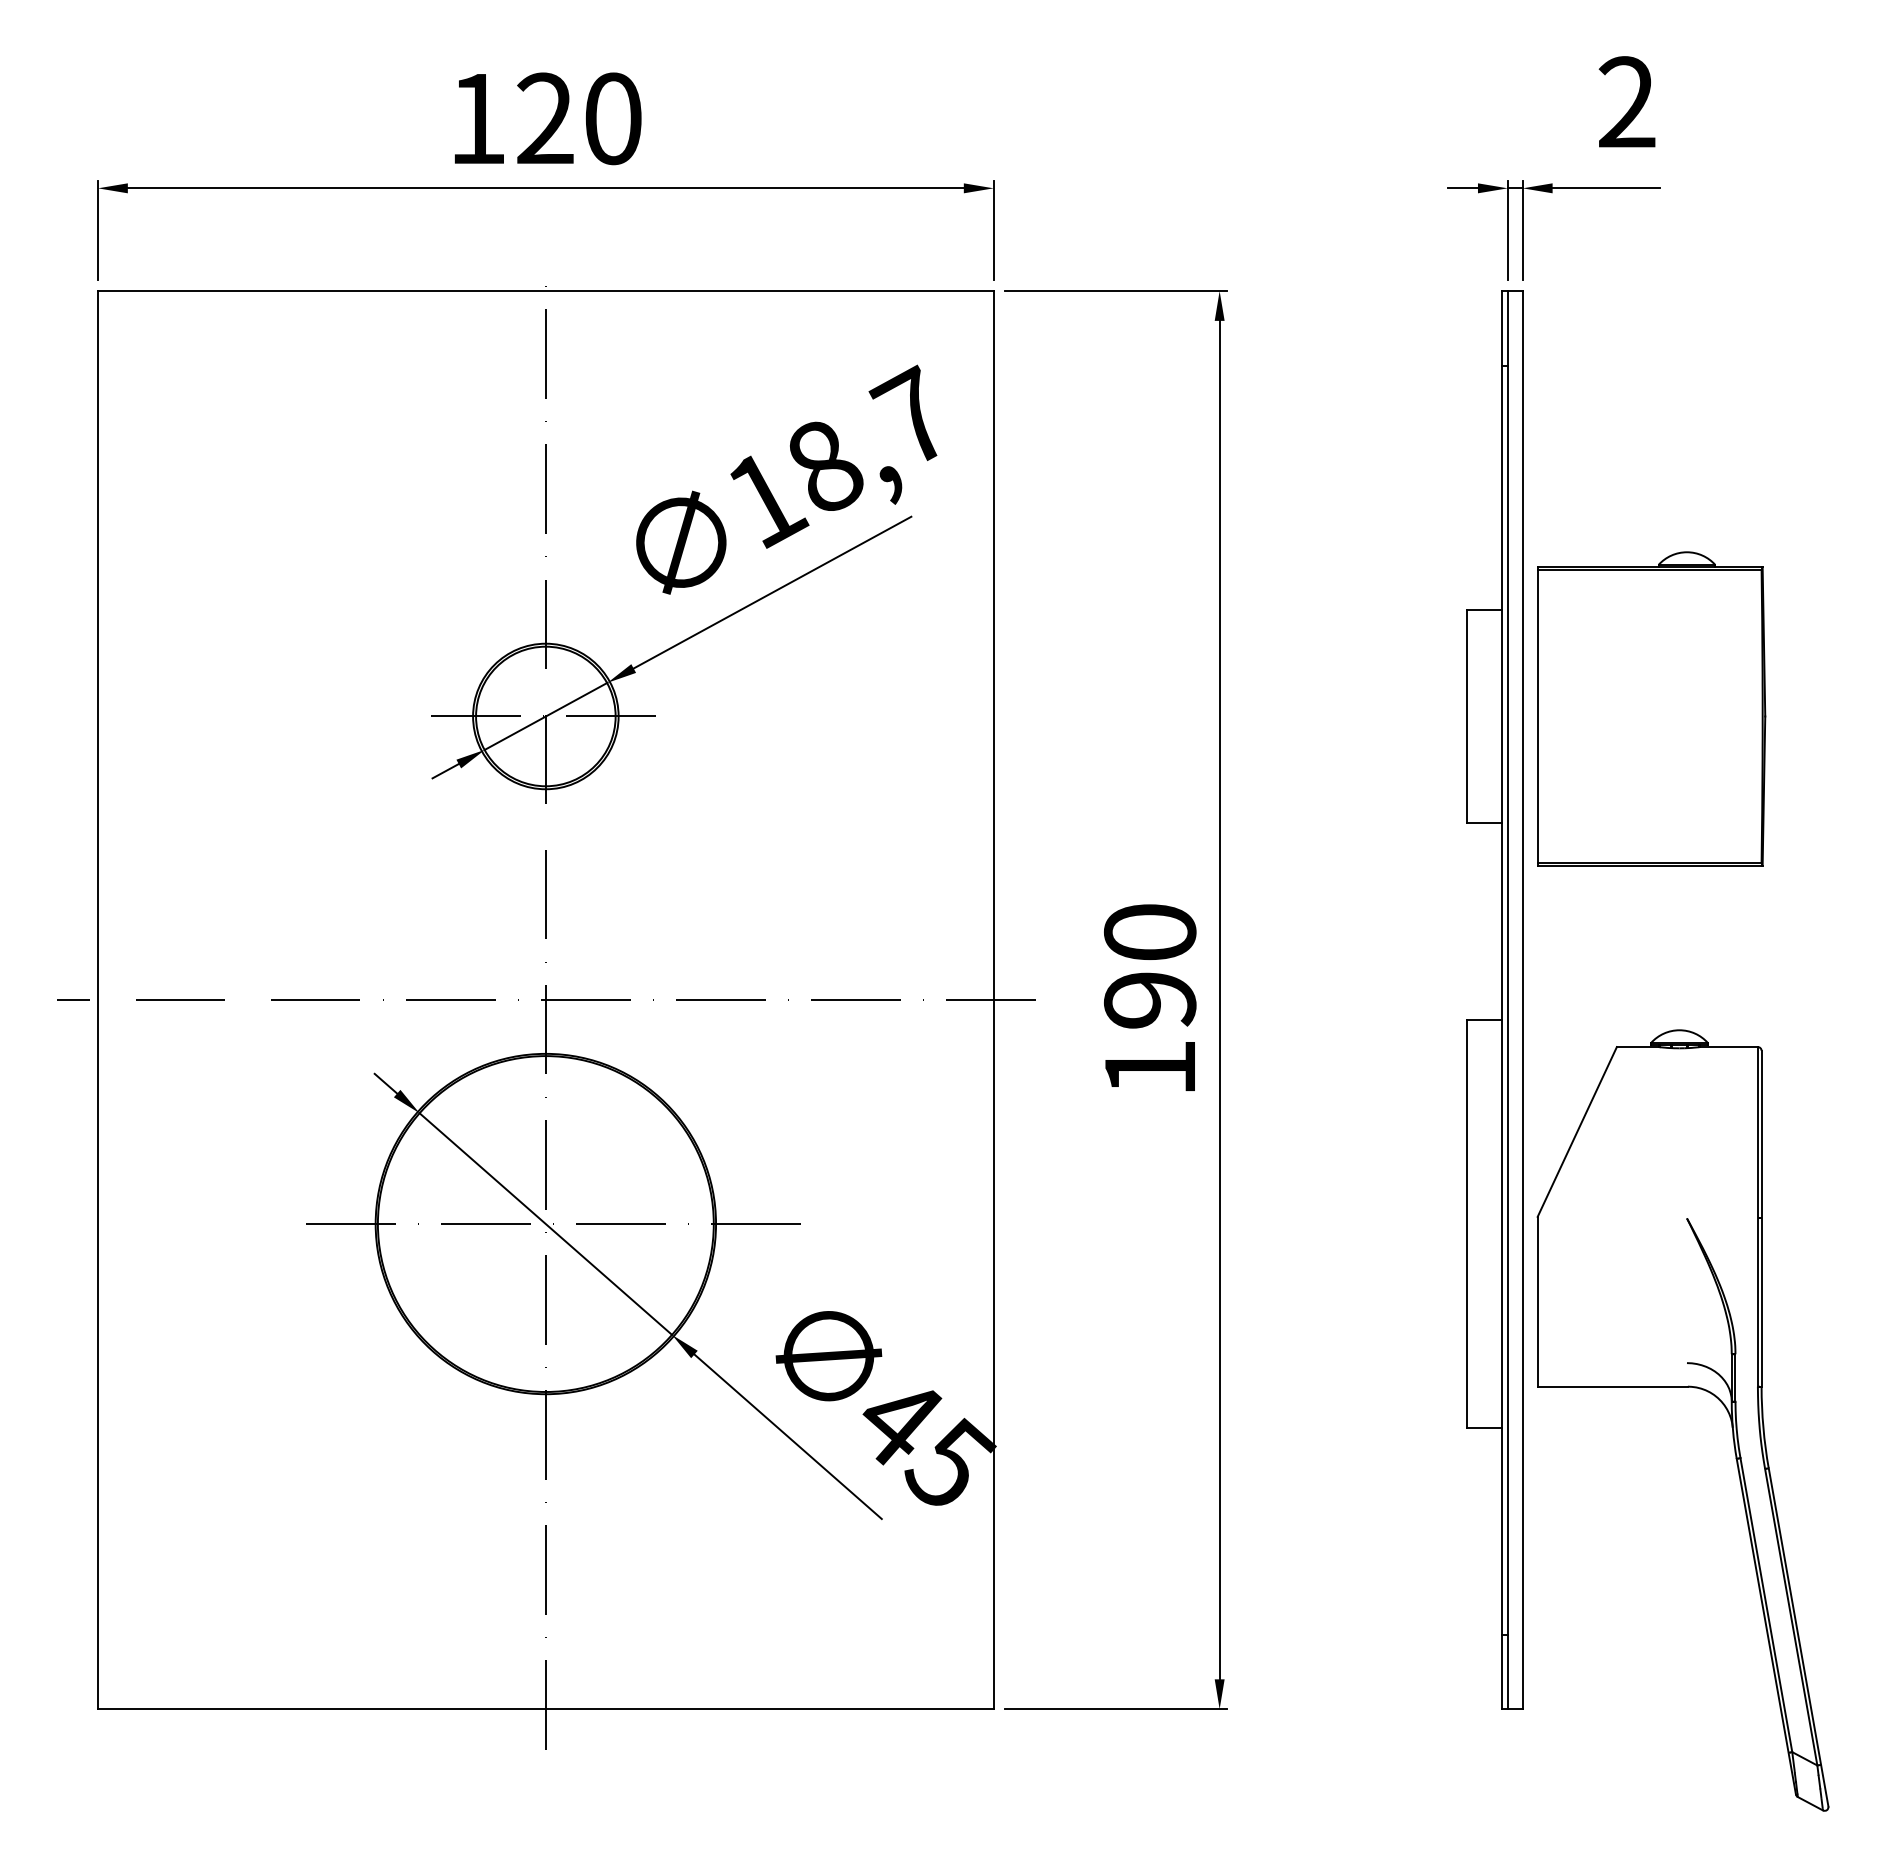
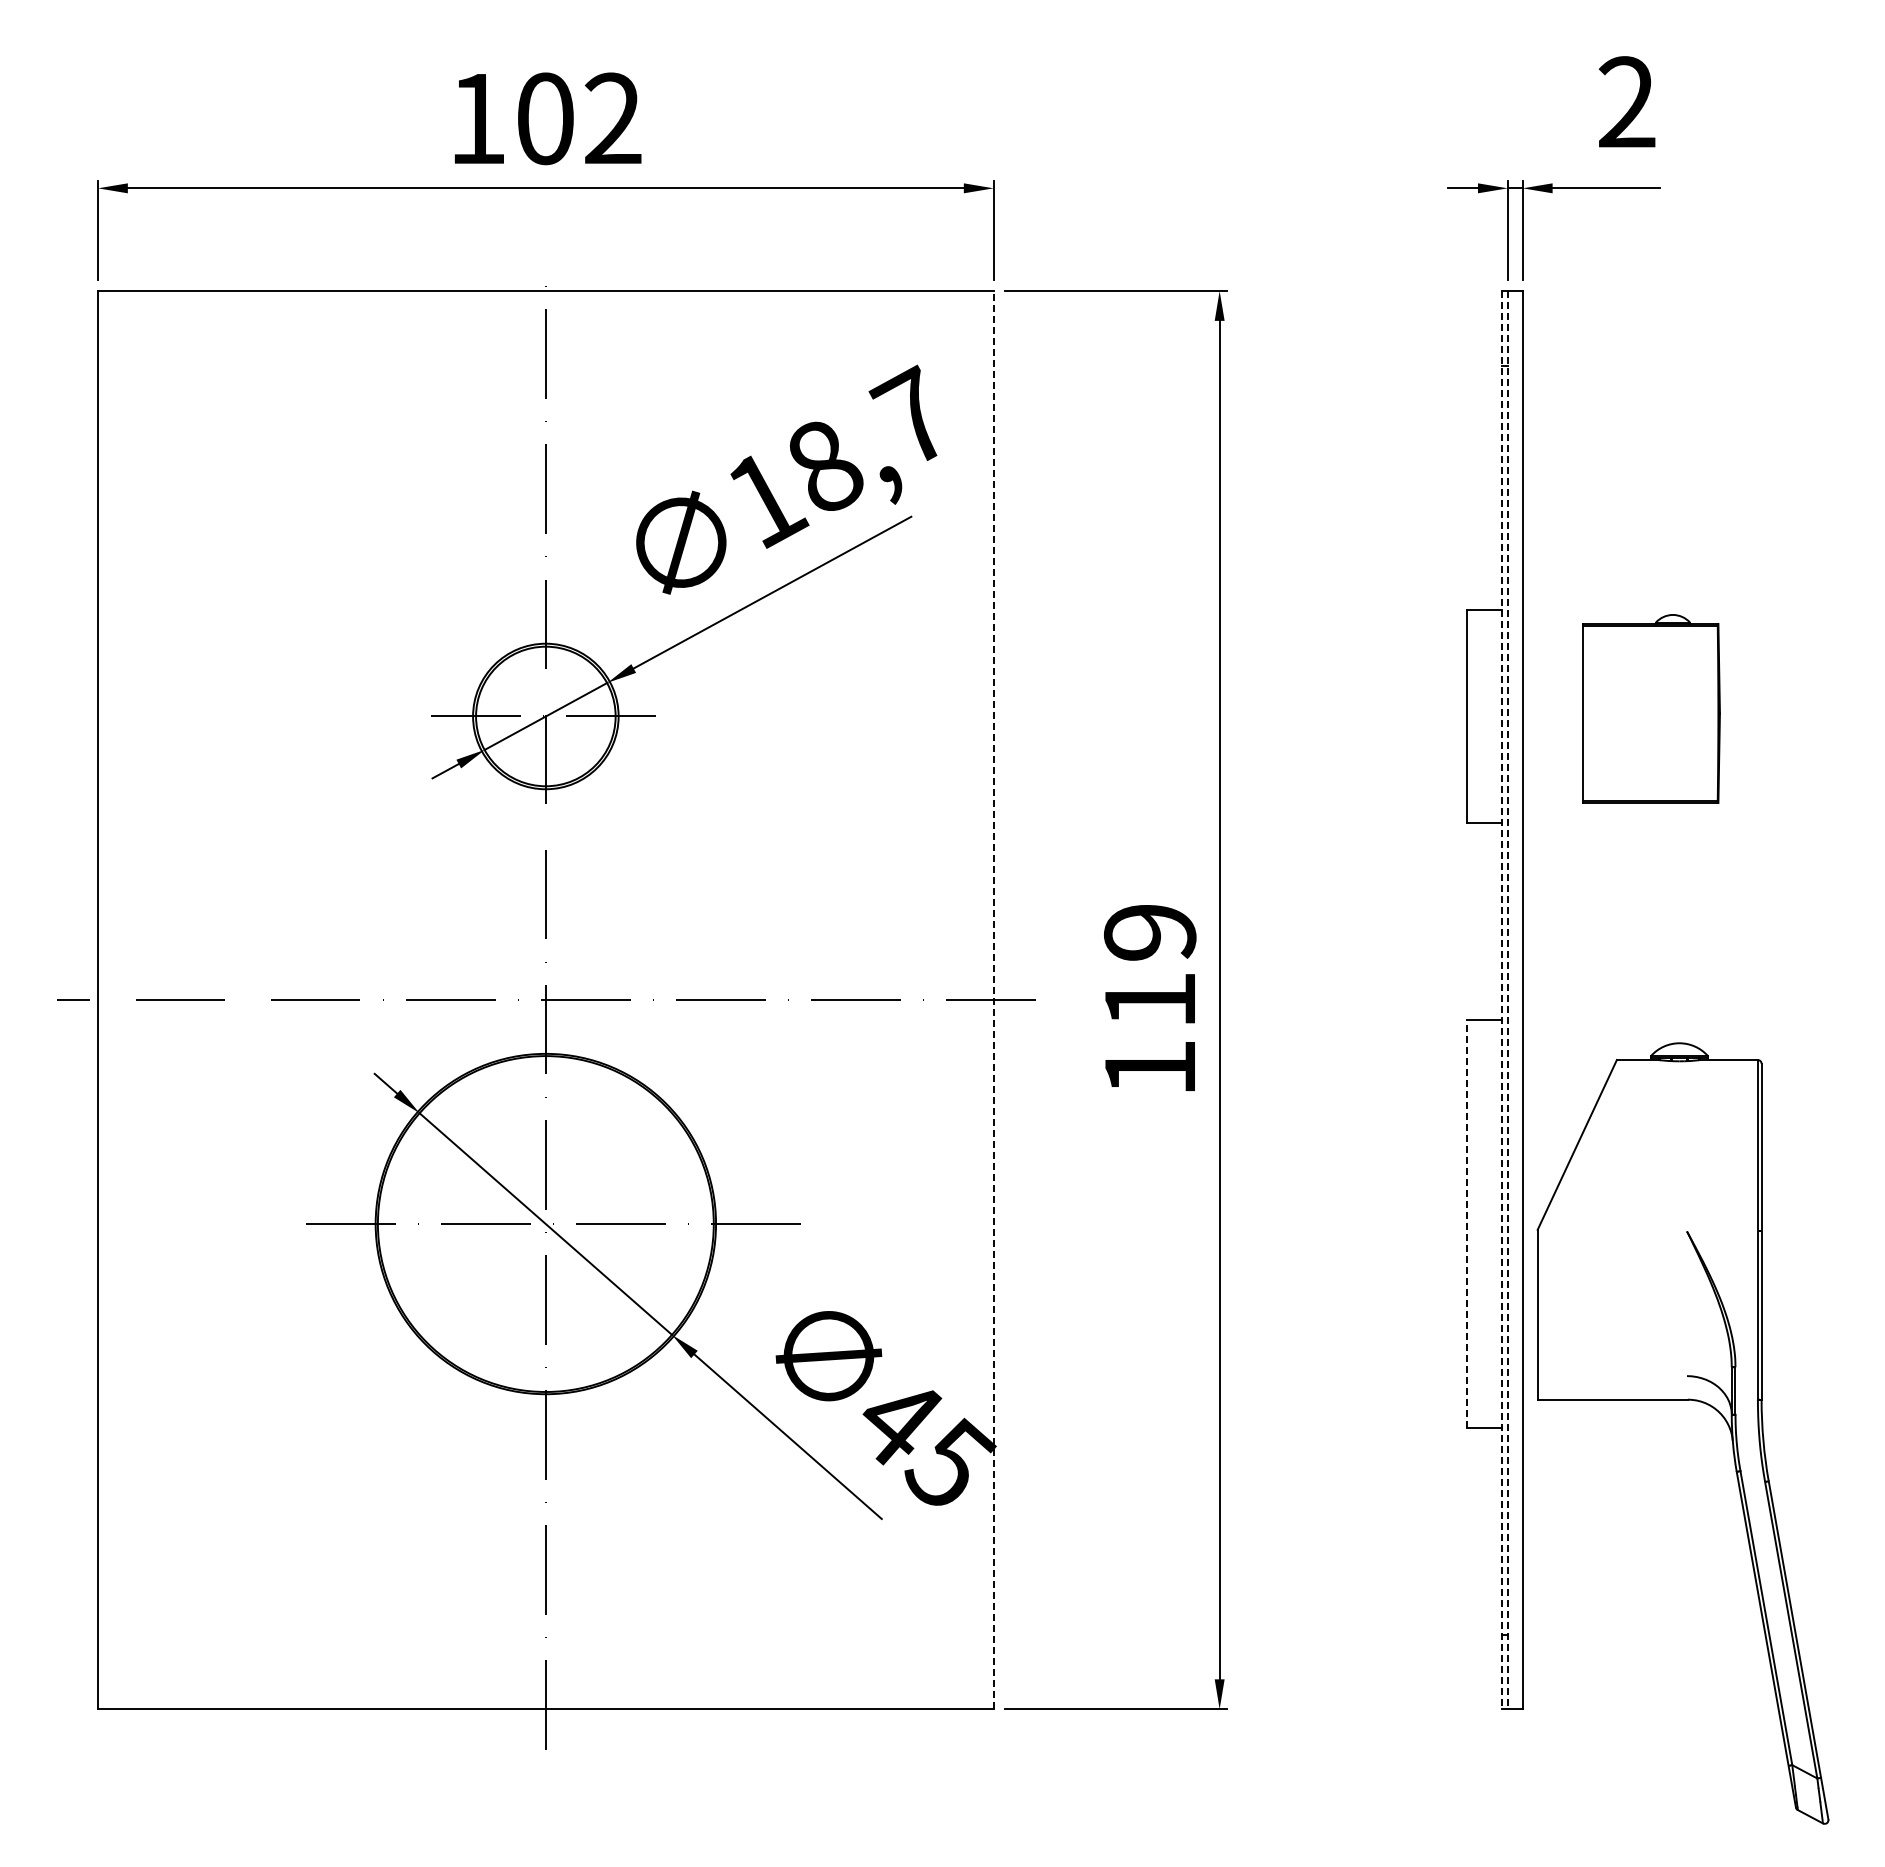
text at (579, 118): 120 -> 102
part at (1651, 708) size: 230x316 px -> 139x190 px
text at (1150, 966): 190 -> 119
line at (993, 999): solid -> dashed
line at (1501, 1000): solid -> dashed
line at (1507, 1000): solid -> dashed
line at (1466, 1224): solid -> dashed
part at (1682, 1387) position: (1682, 1387) -> (1682, 1400)
